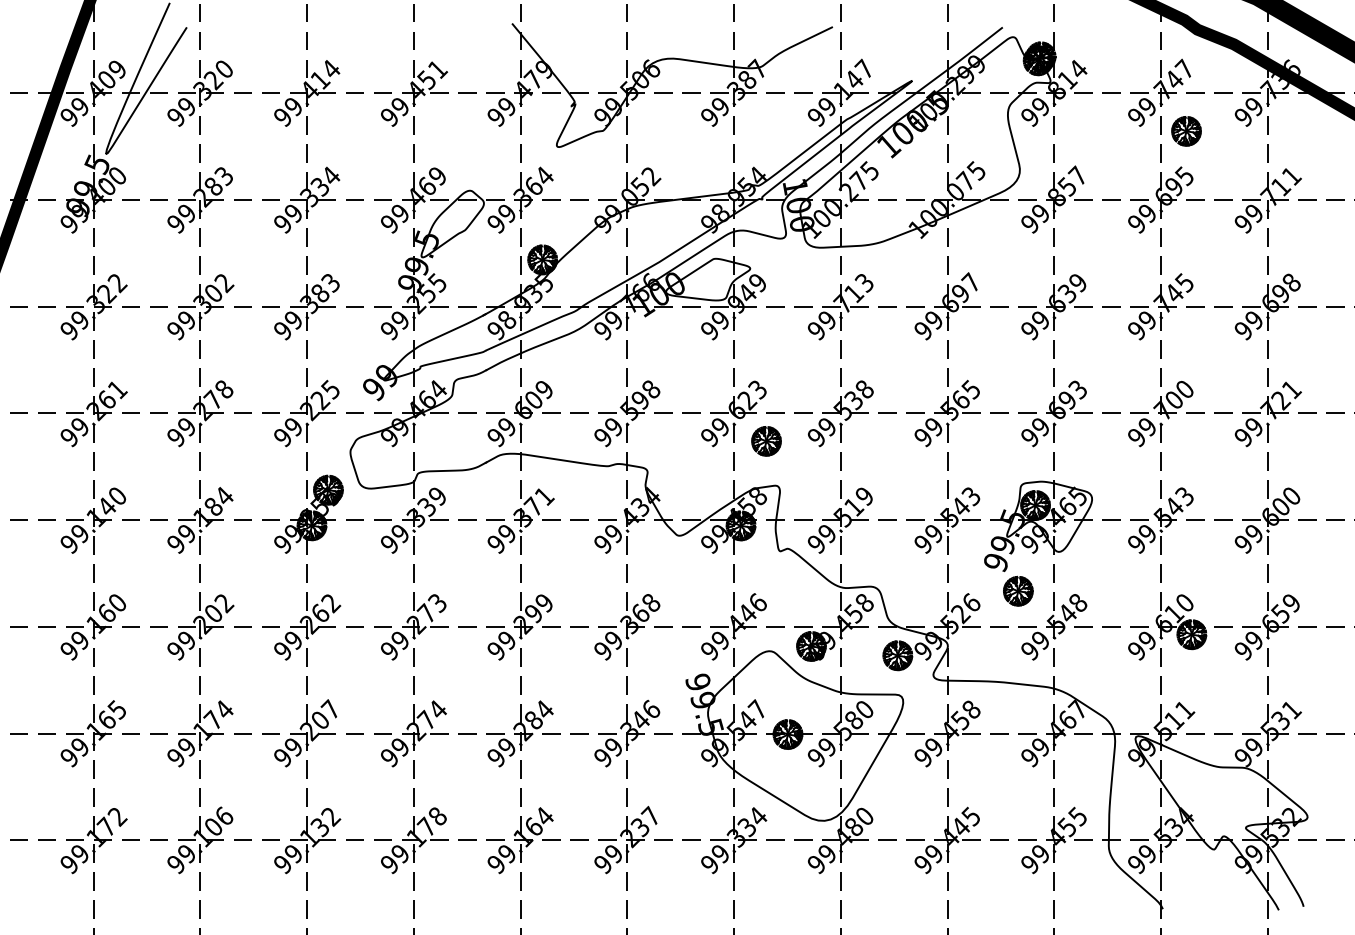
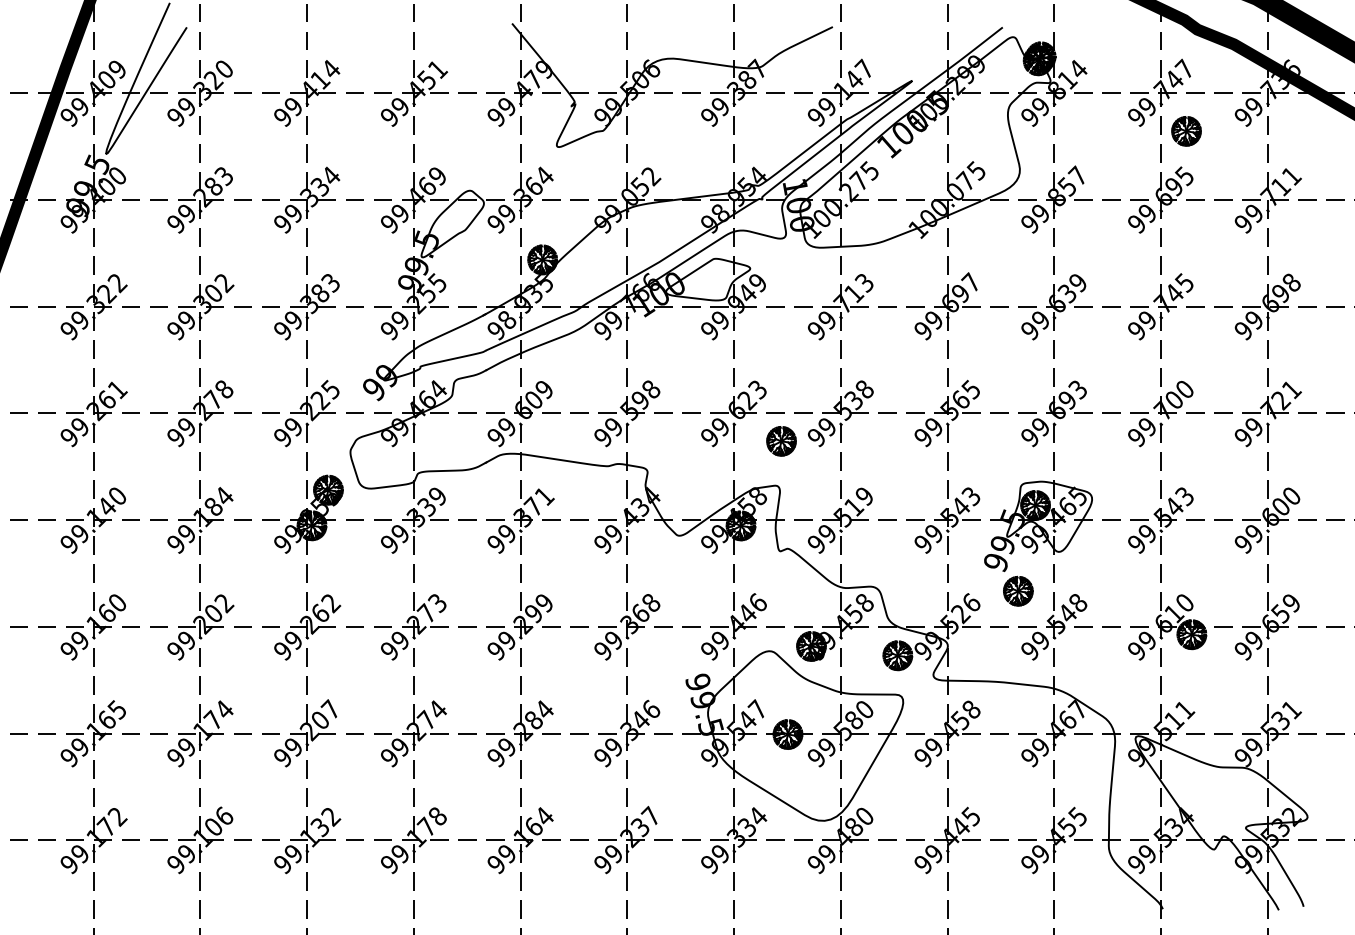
part at (766, 441) position: (766, 441) -> (781, 441)
